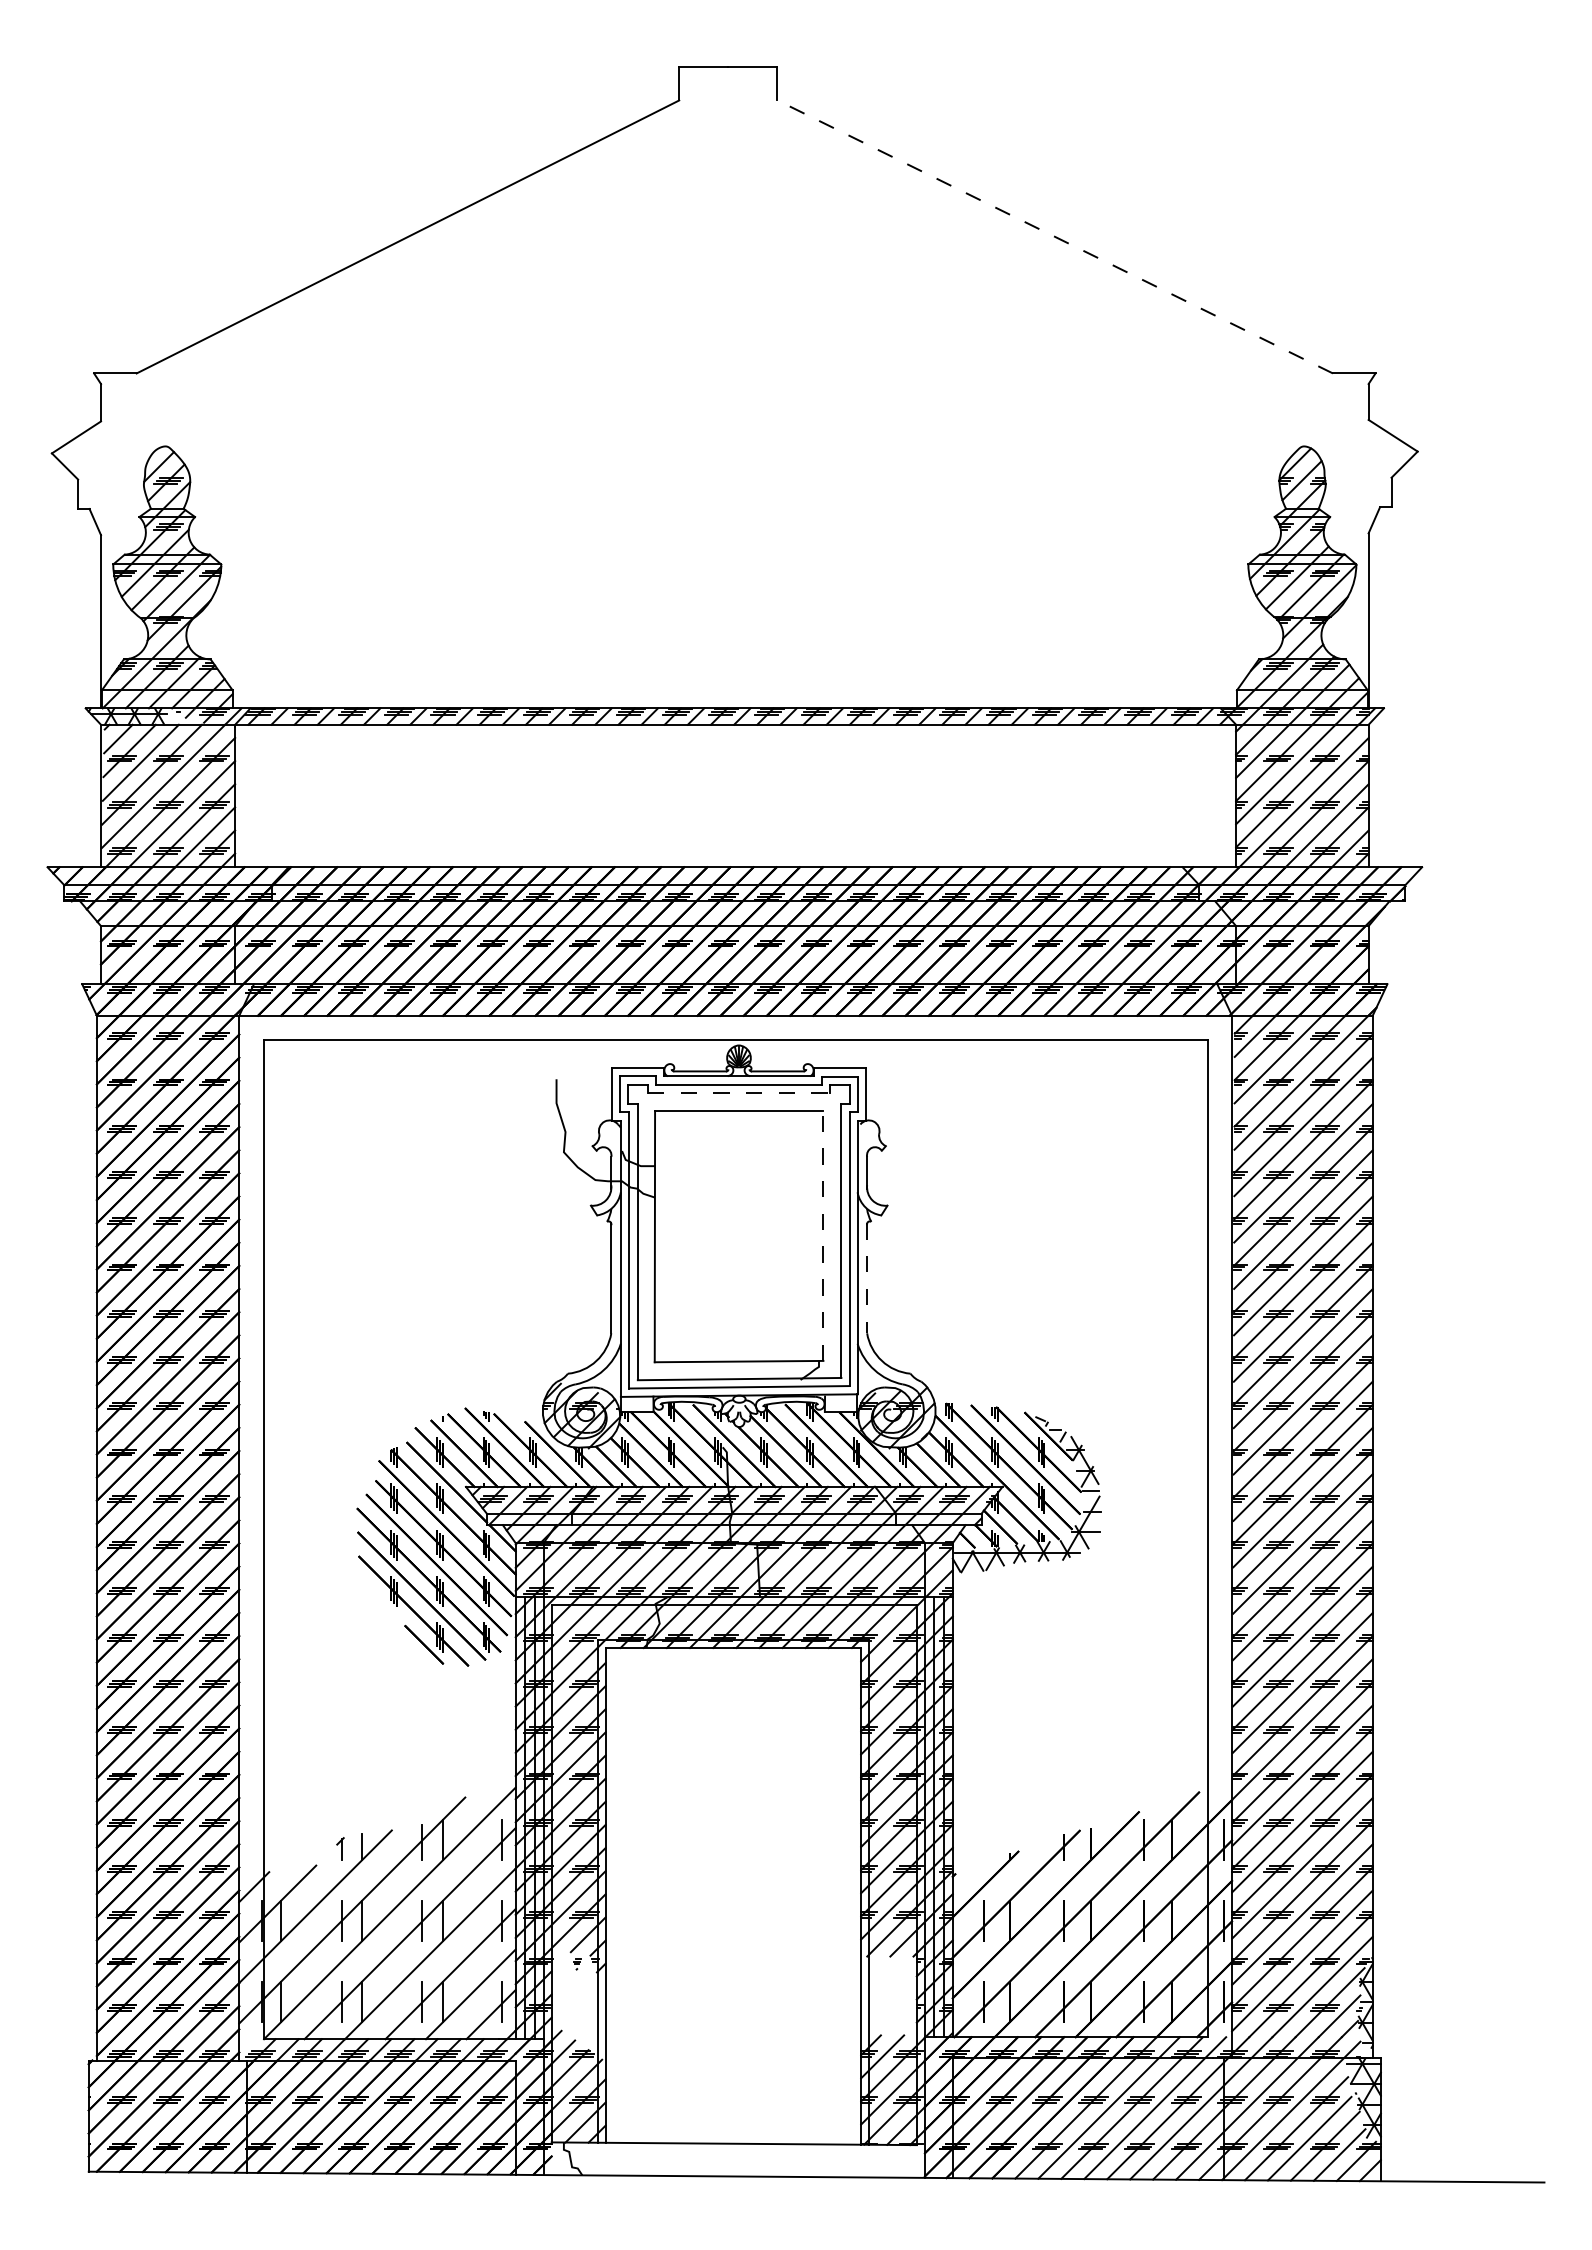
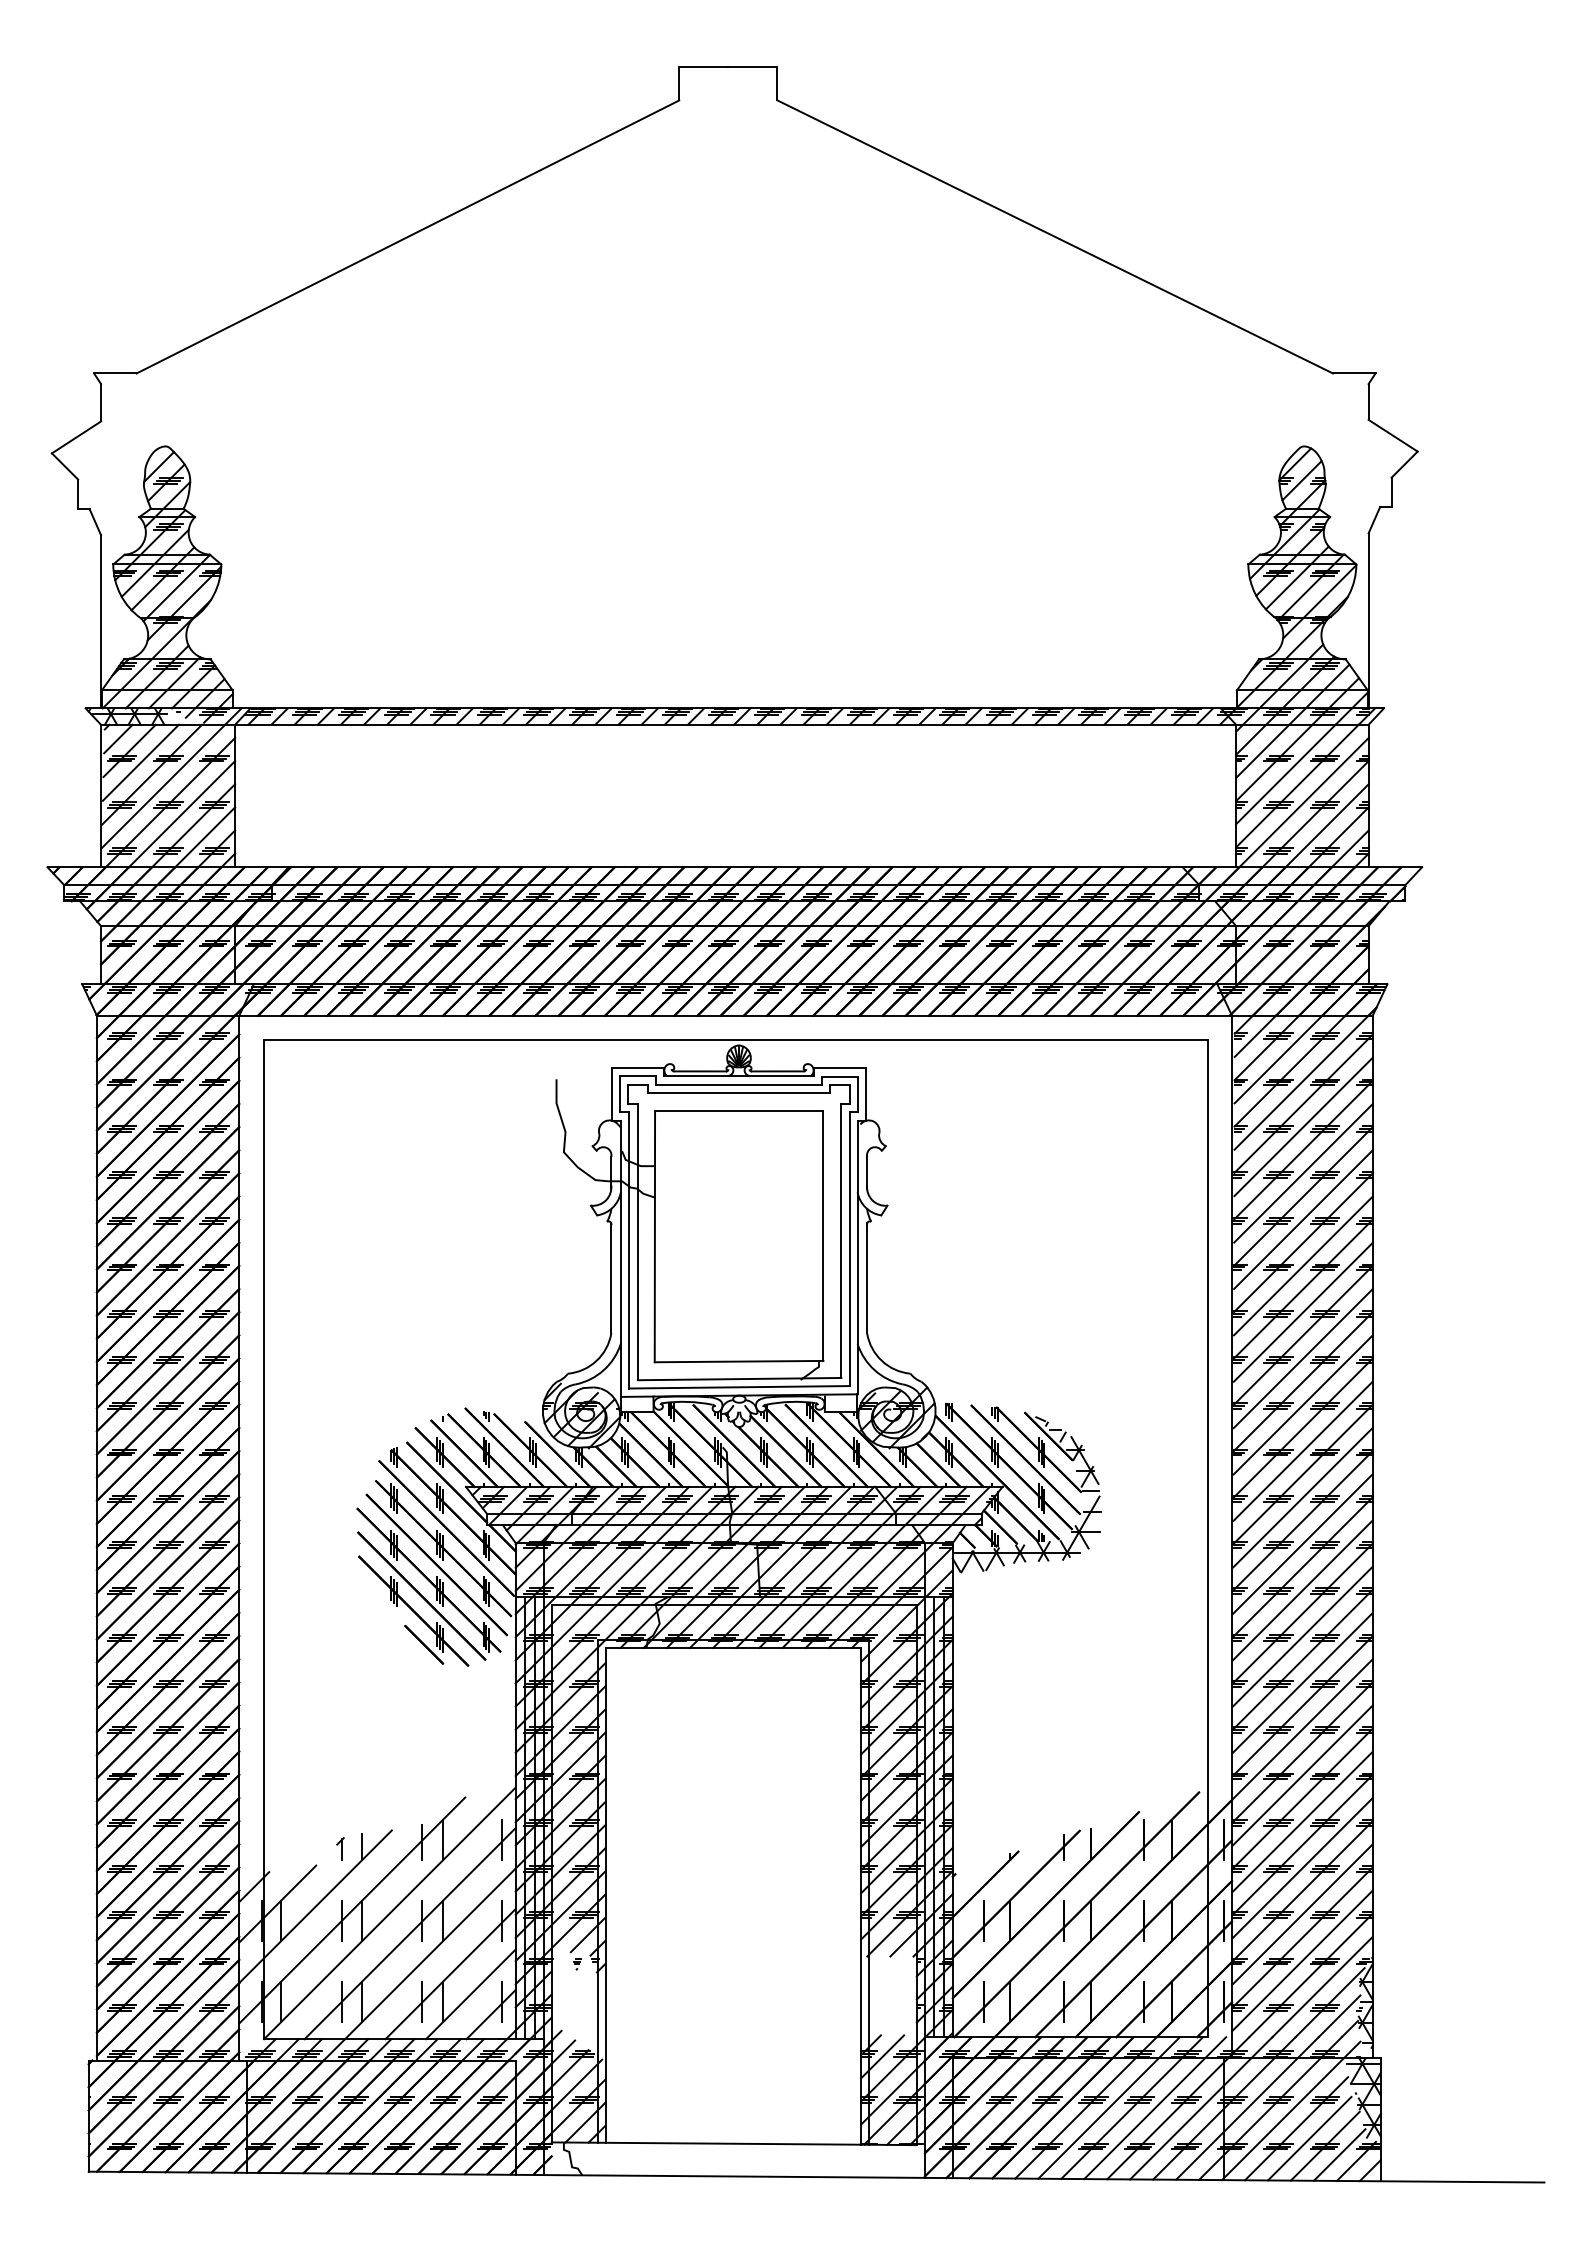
line at (1055, 236): dashed -> solid
line at (739, 1092): dashed -> solid
line at (823, 1235): dashed -> solid
line at (867, 1278): dashed -> solid
